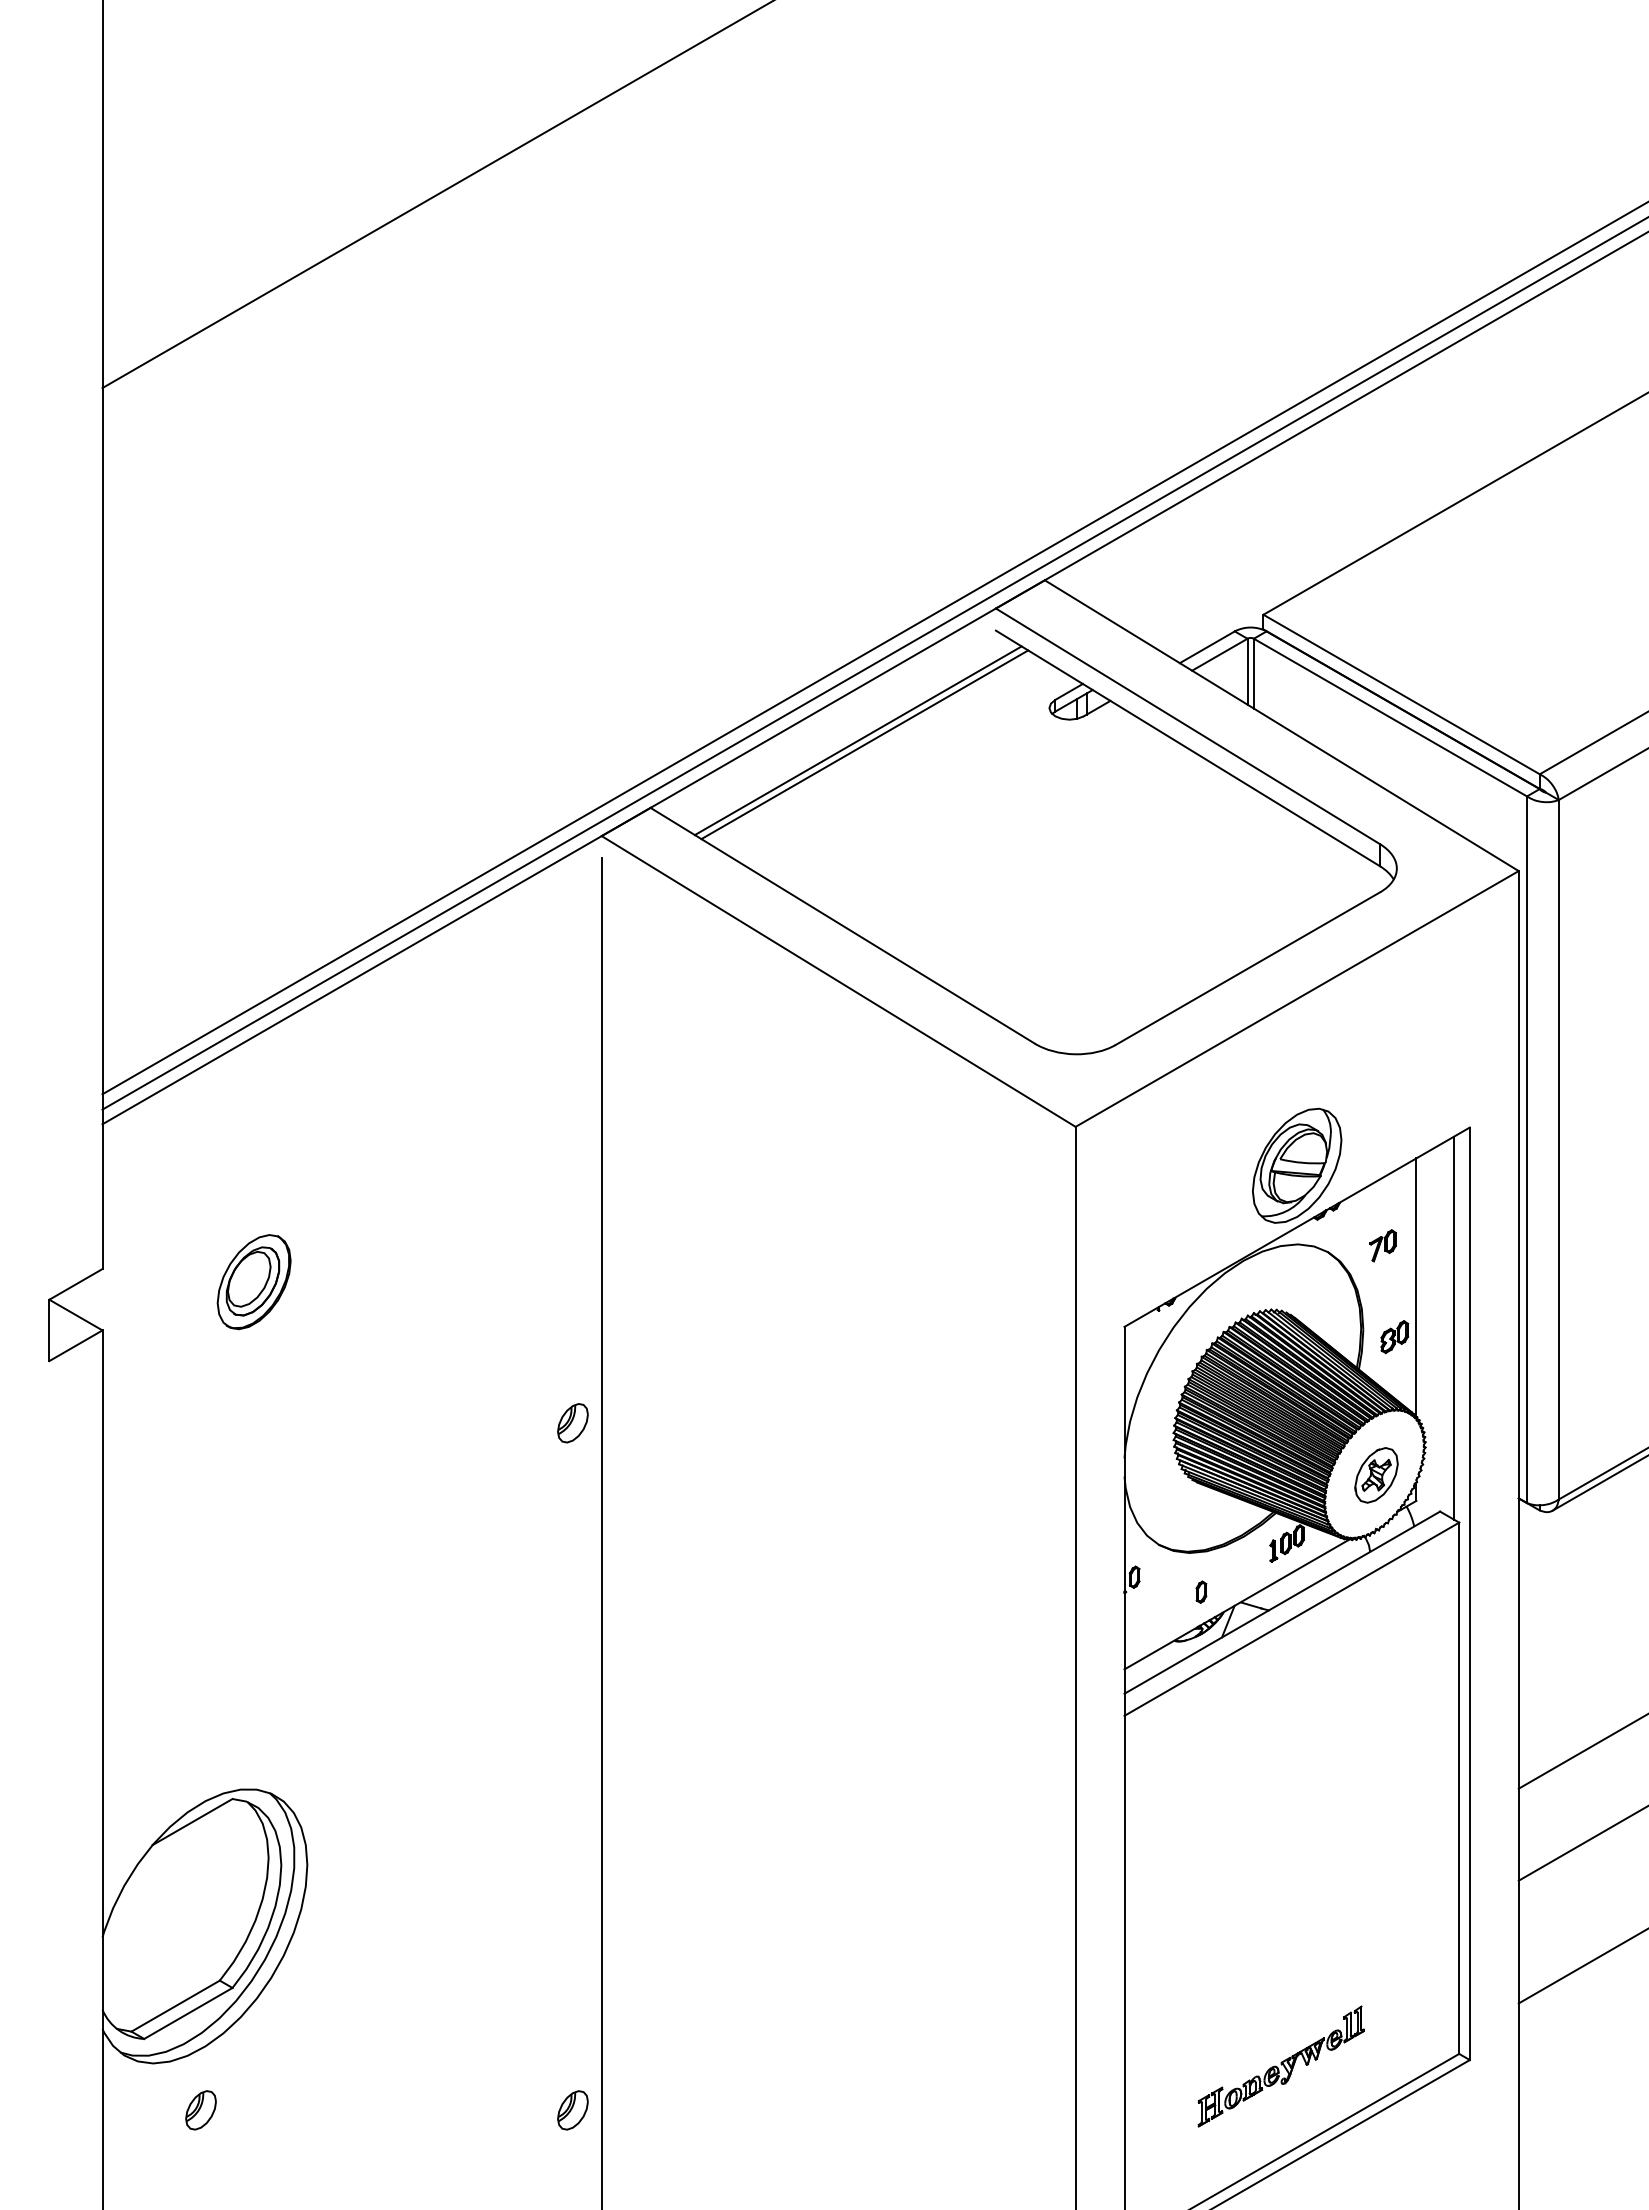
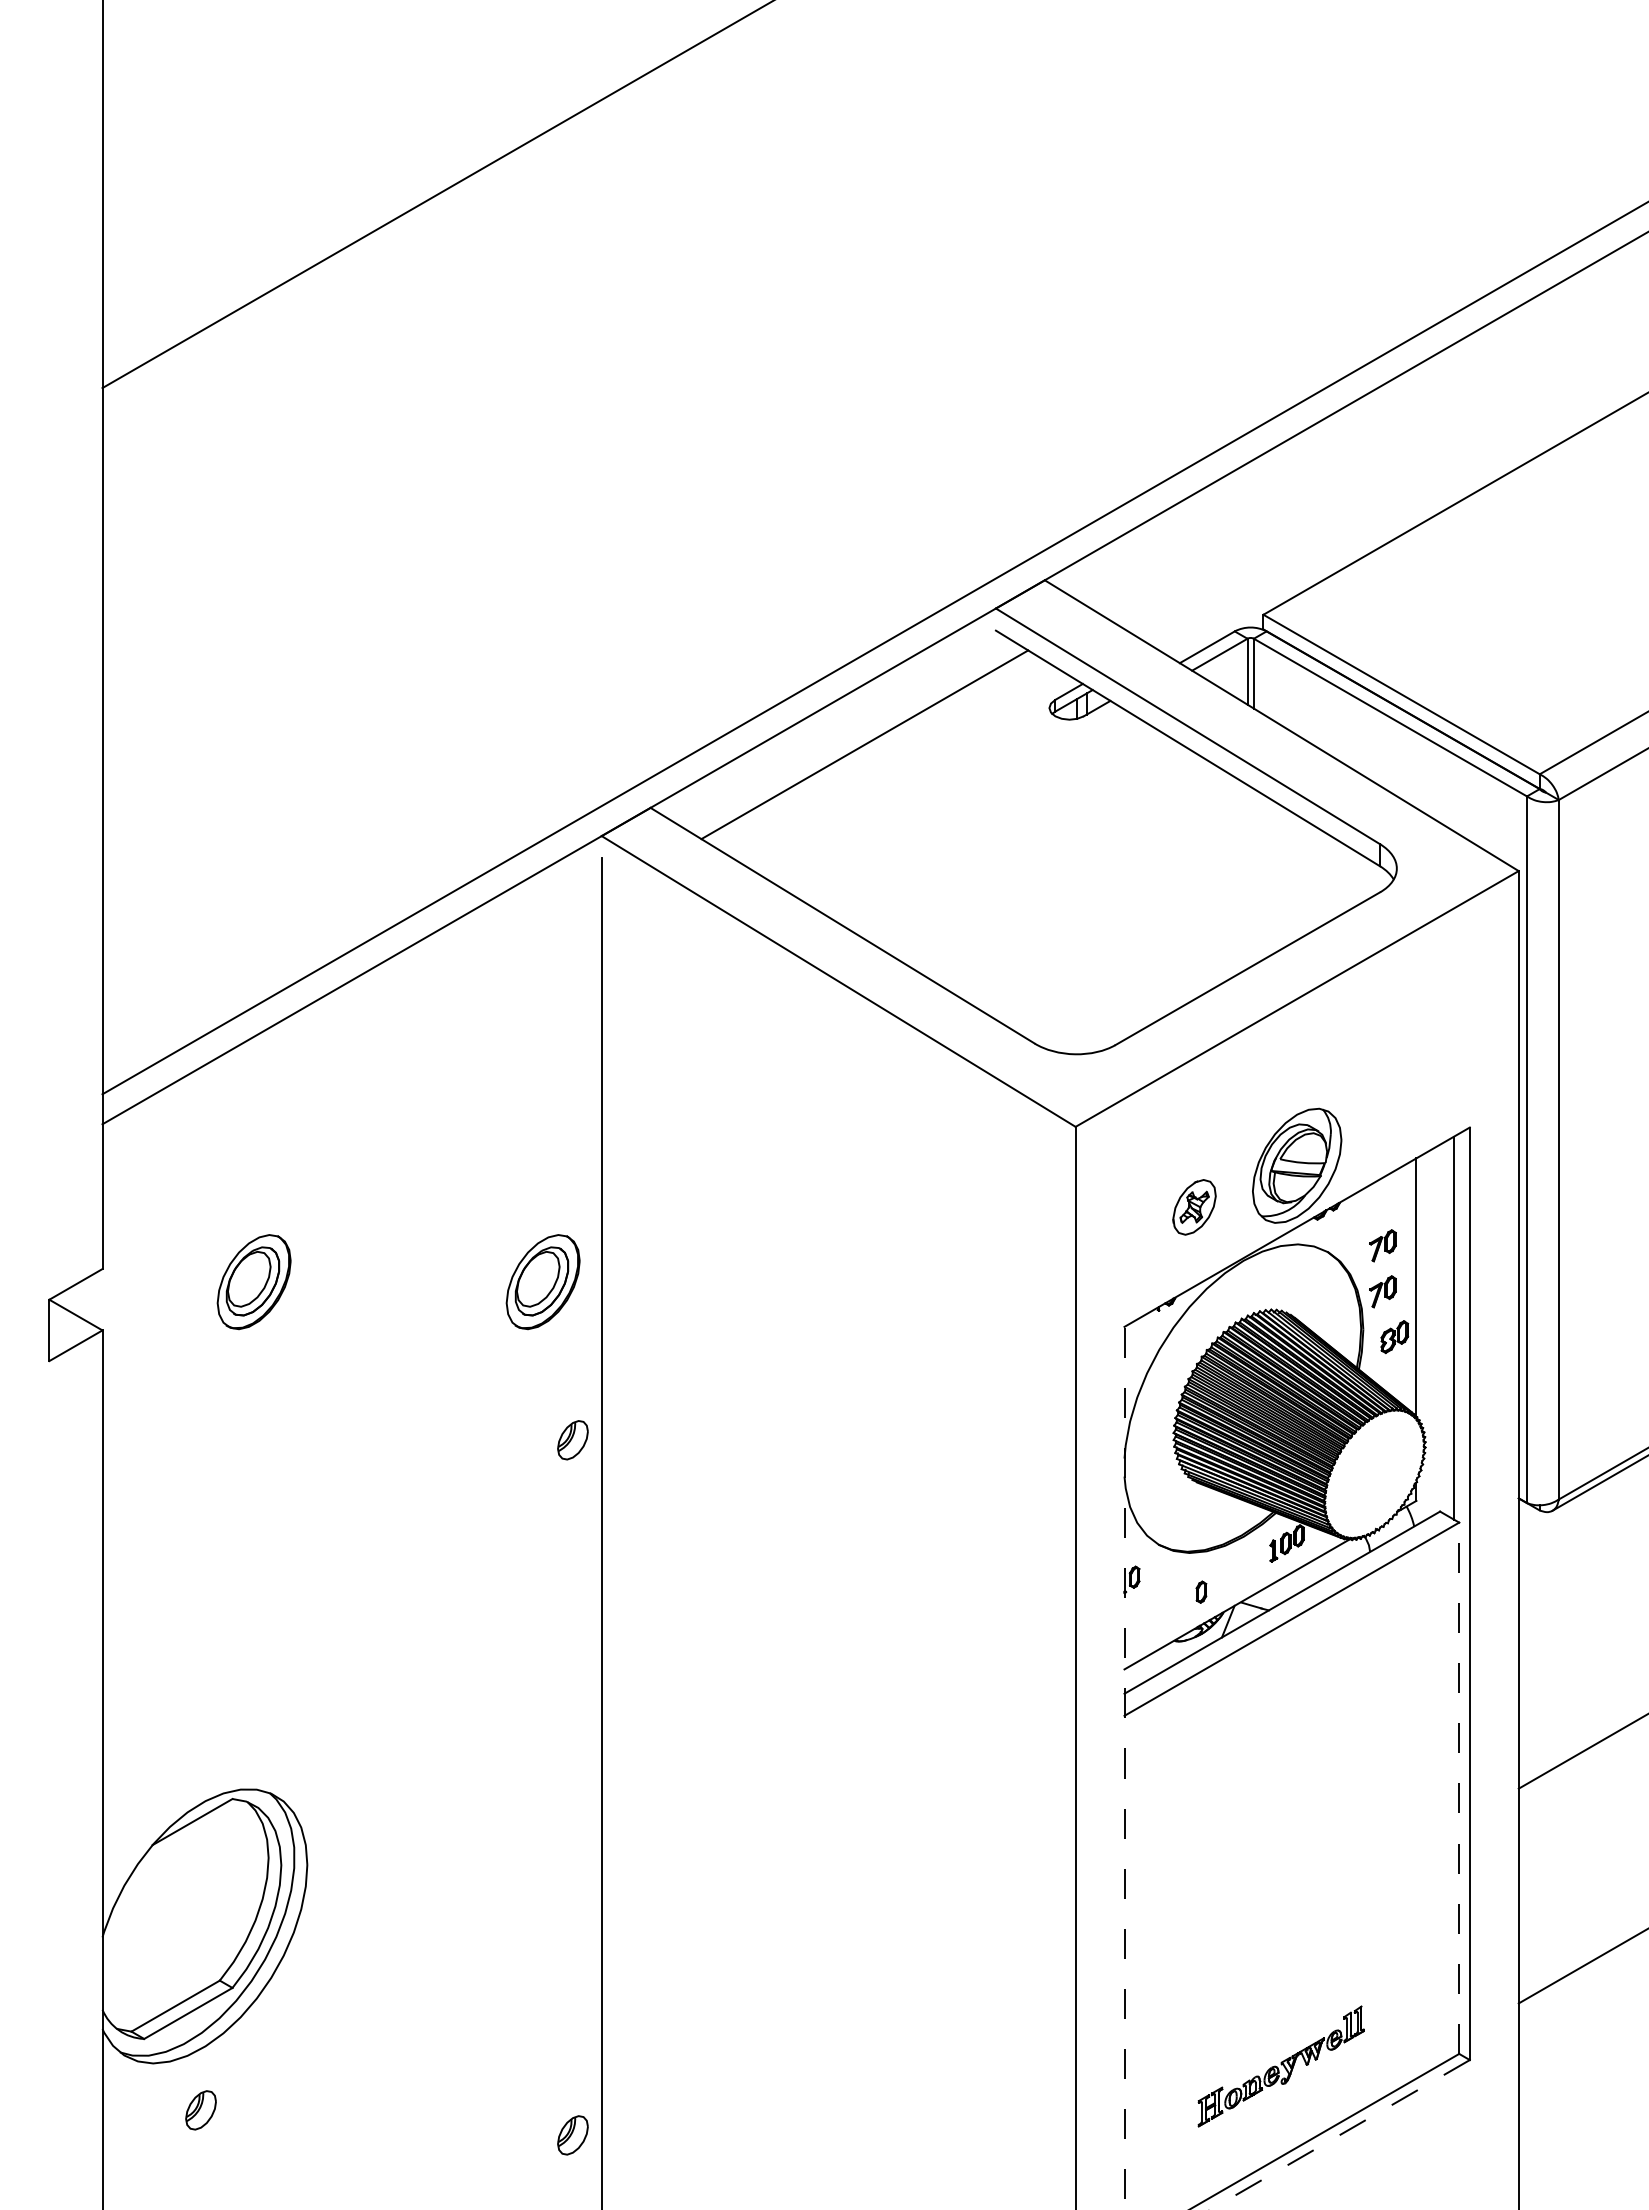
line at (873, 663): present -> none
line at (857, 740): present -> none
part at (542, 1282): none -> present
part at (1382, 1291): none -> present
part at (572, 1423) position: (572, 1423) -> (572, 1440)
part at (1376, 1475) position: (1376, 1475) -> (1194, 1207)
line at (1124, 1767): solid -> dashed
line at (1459, 1788): solid -> dashed
line at (1581, 1843): present -> none
part at (572, 2110) position: (572, 2110) -> (572, 2135)
line at (1340, 2135): solid -> dashed
